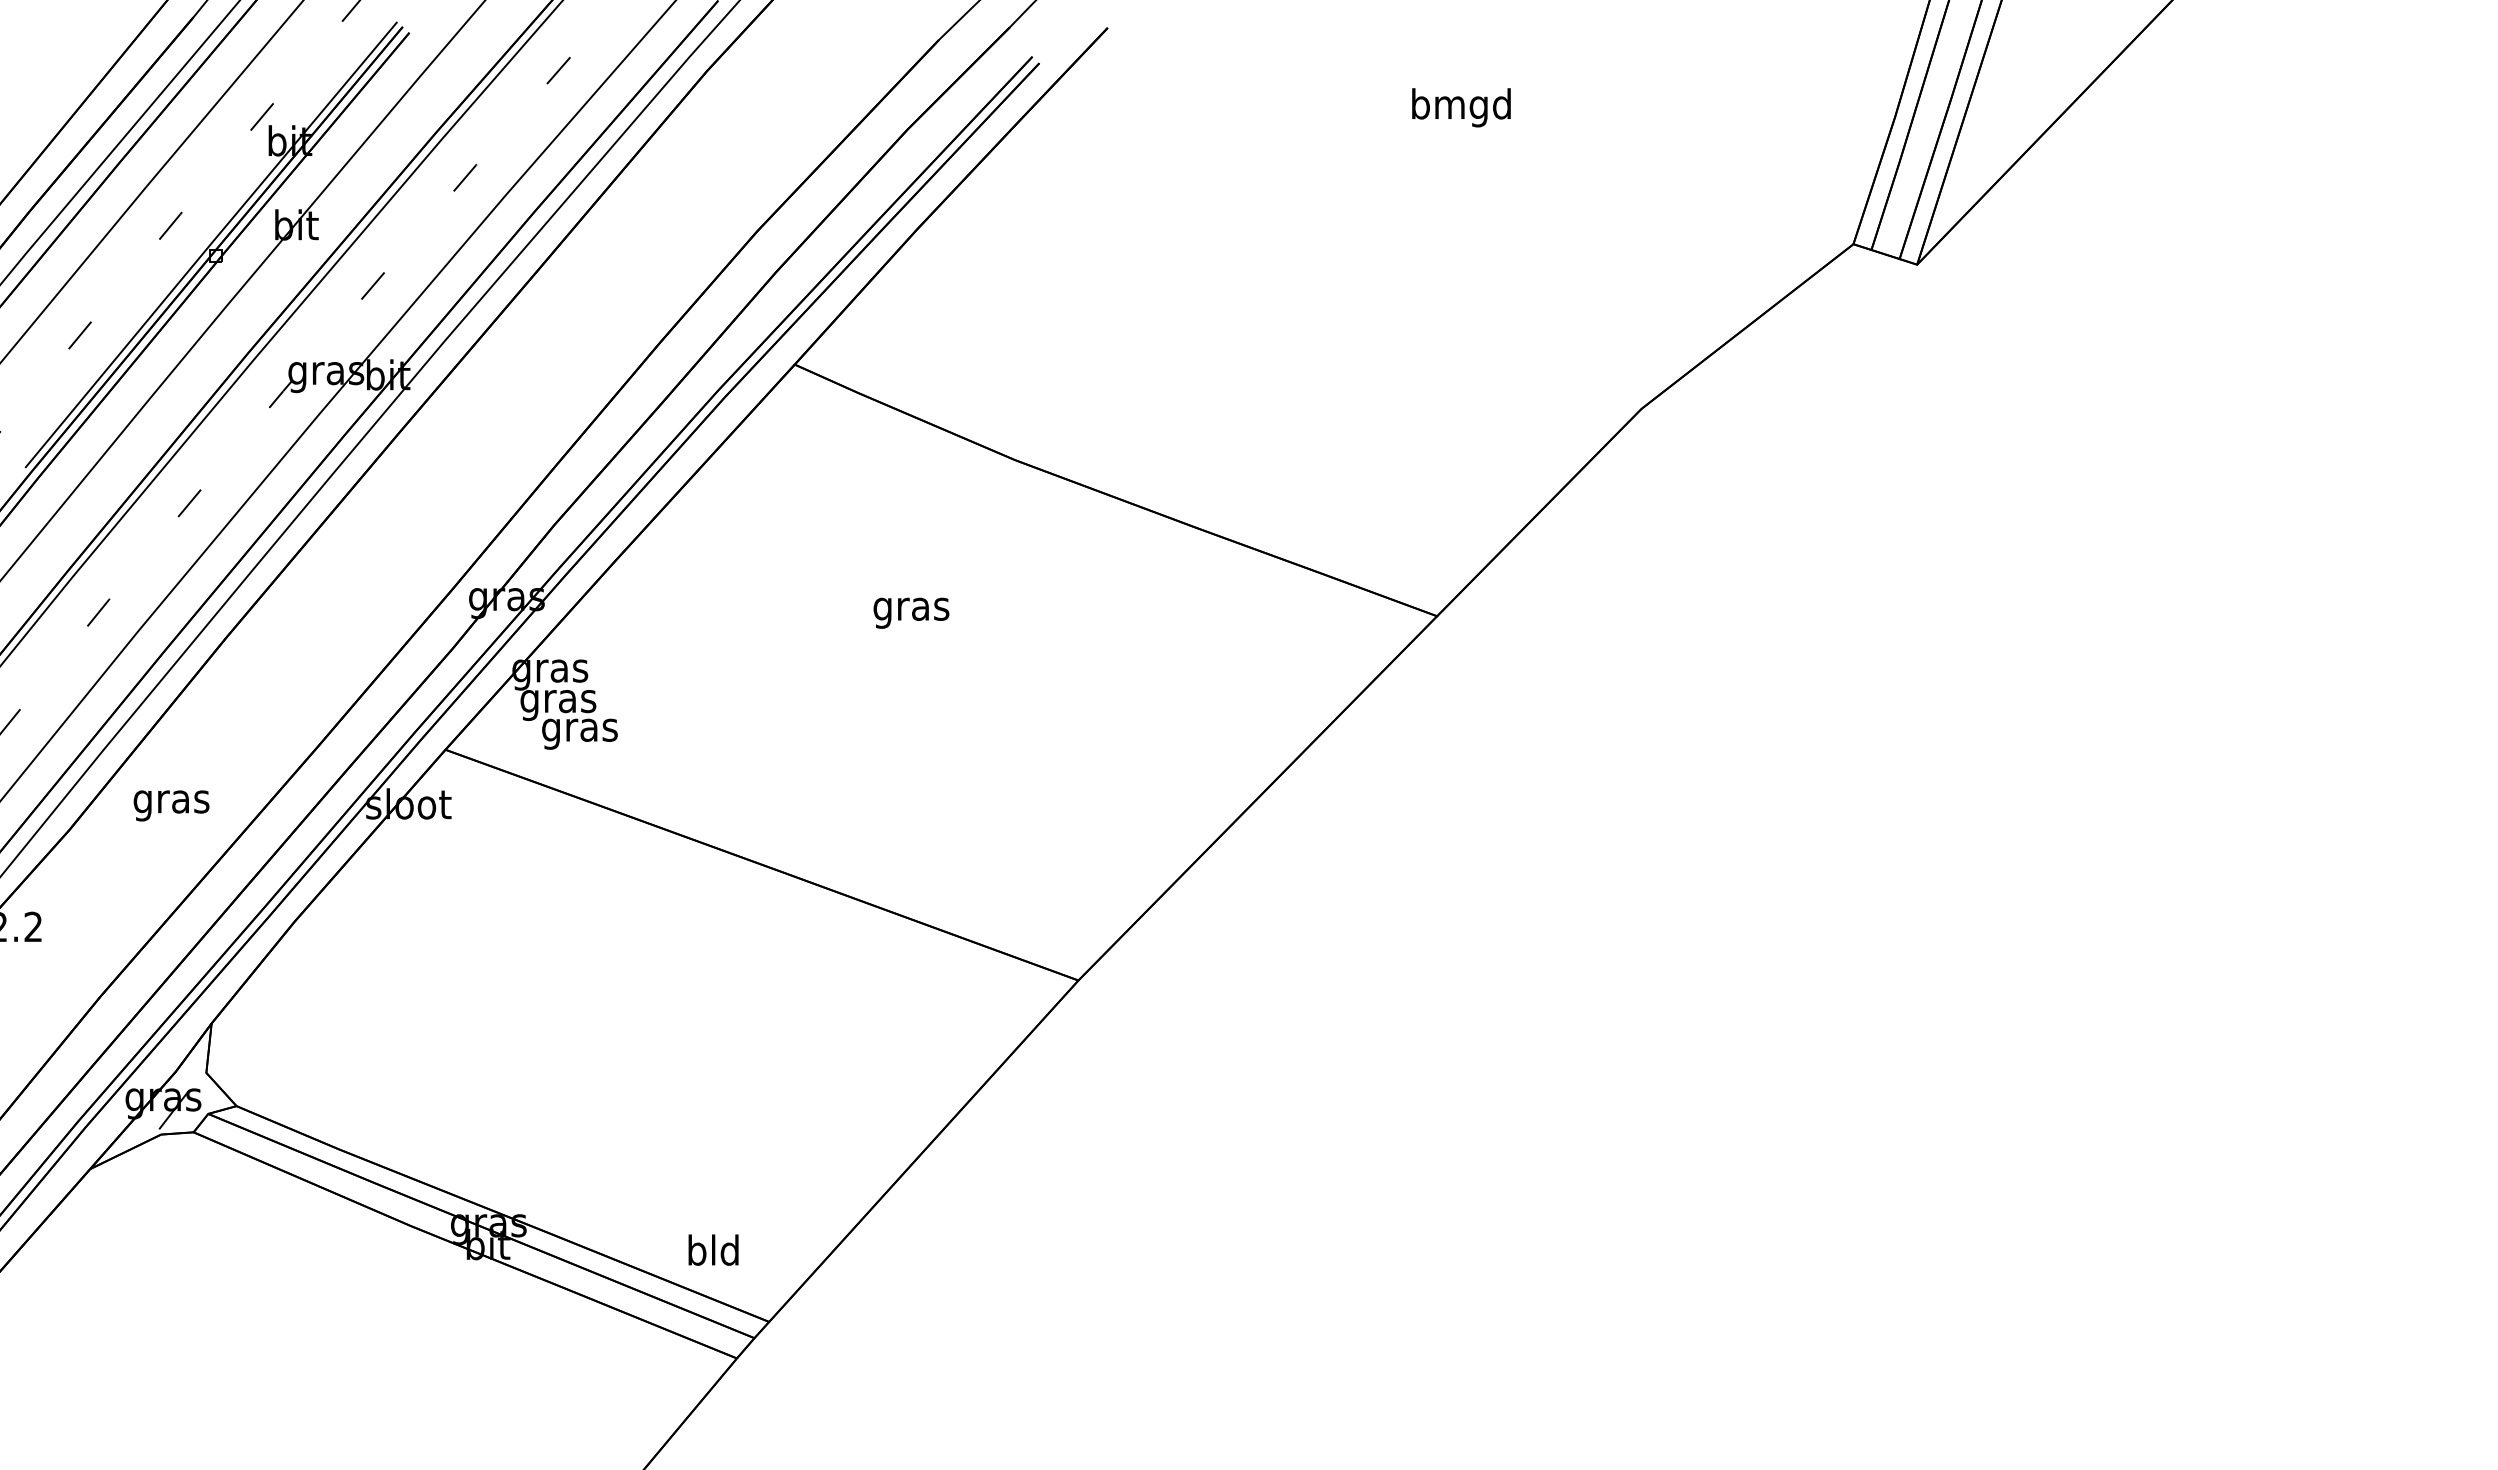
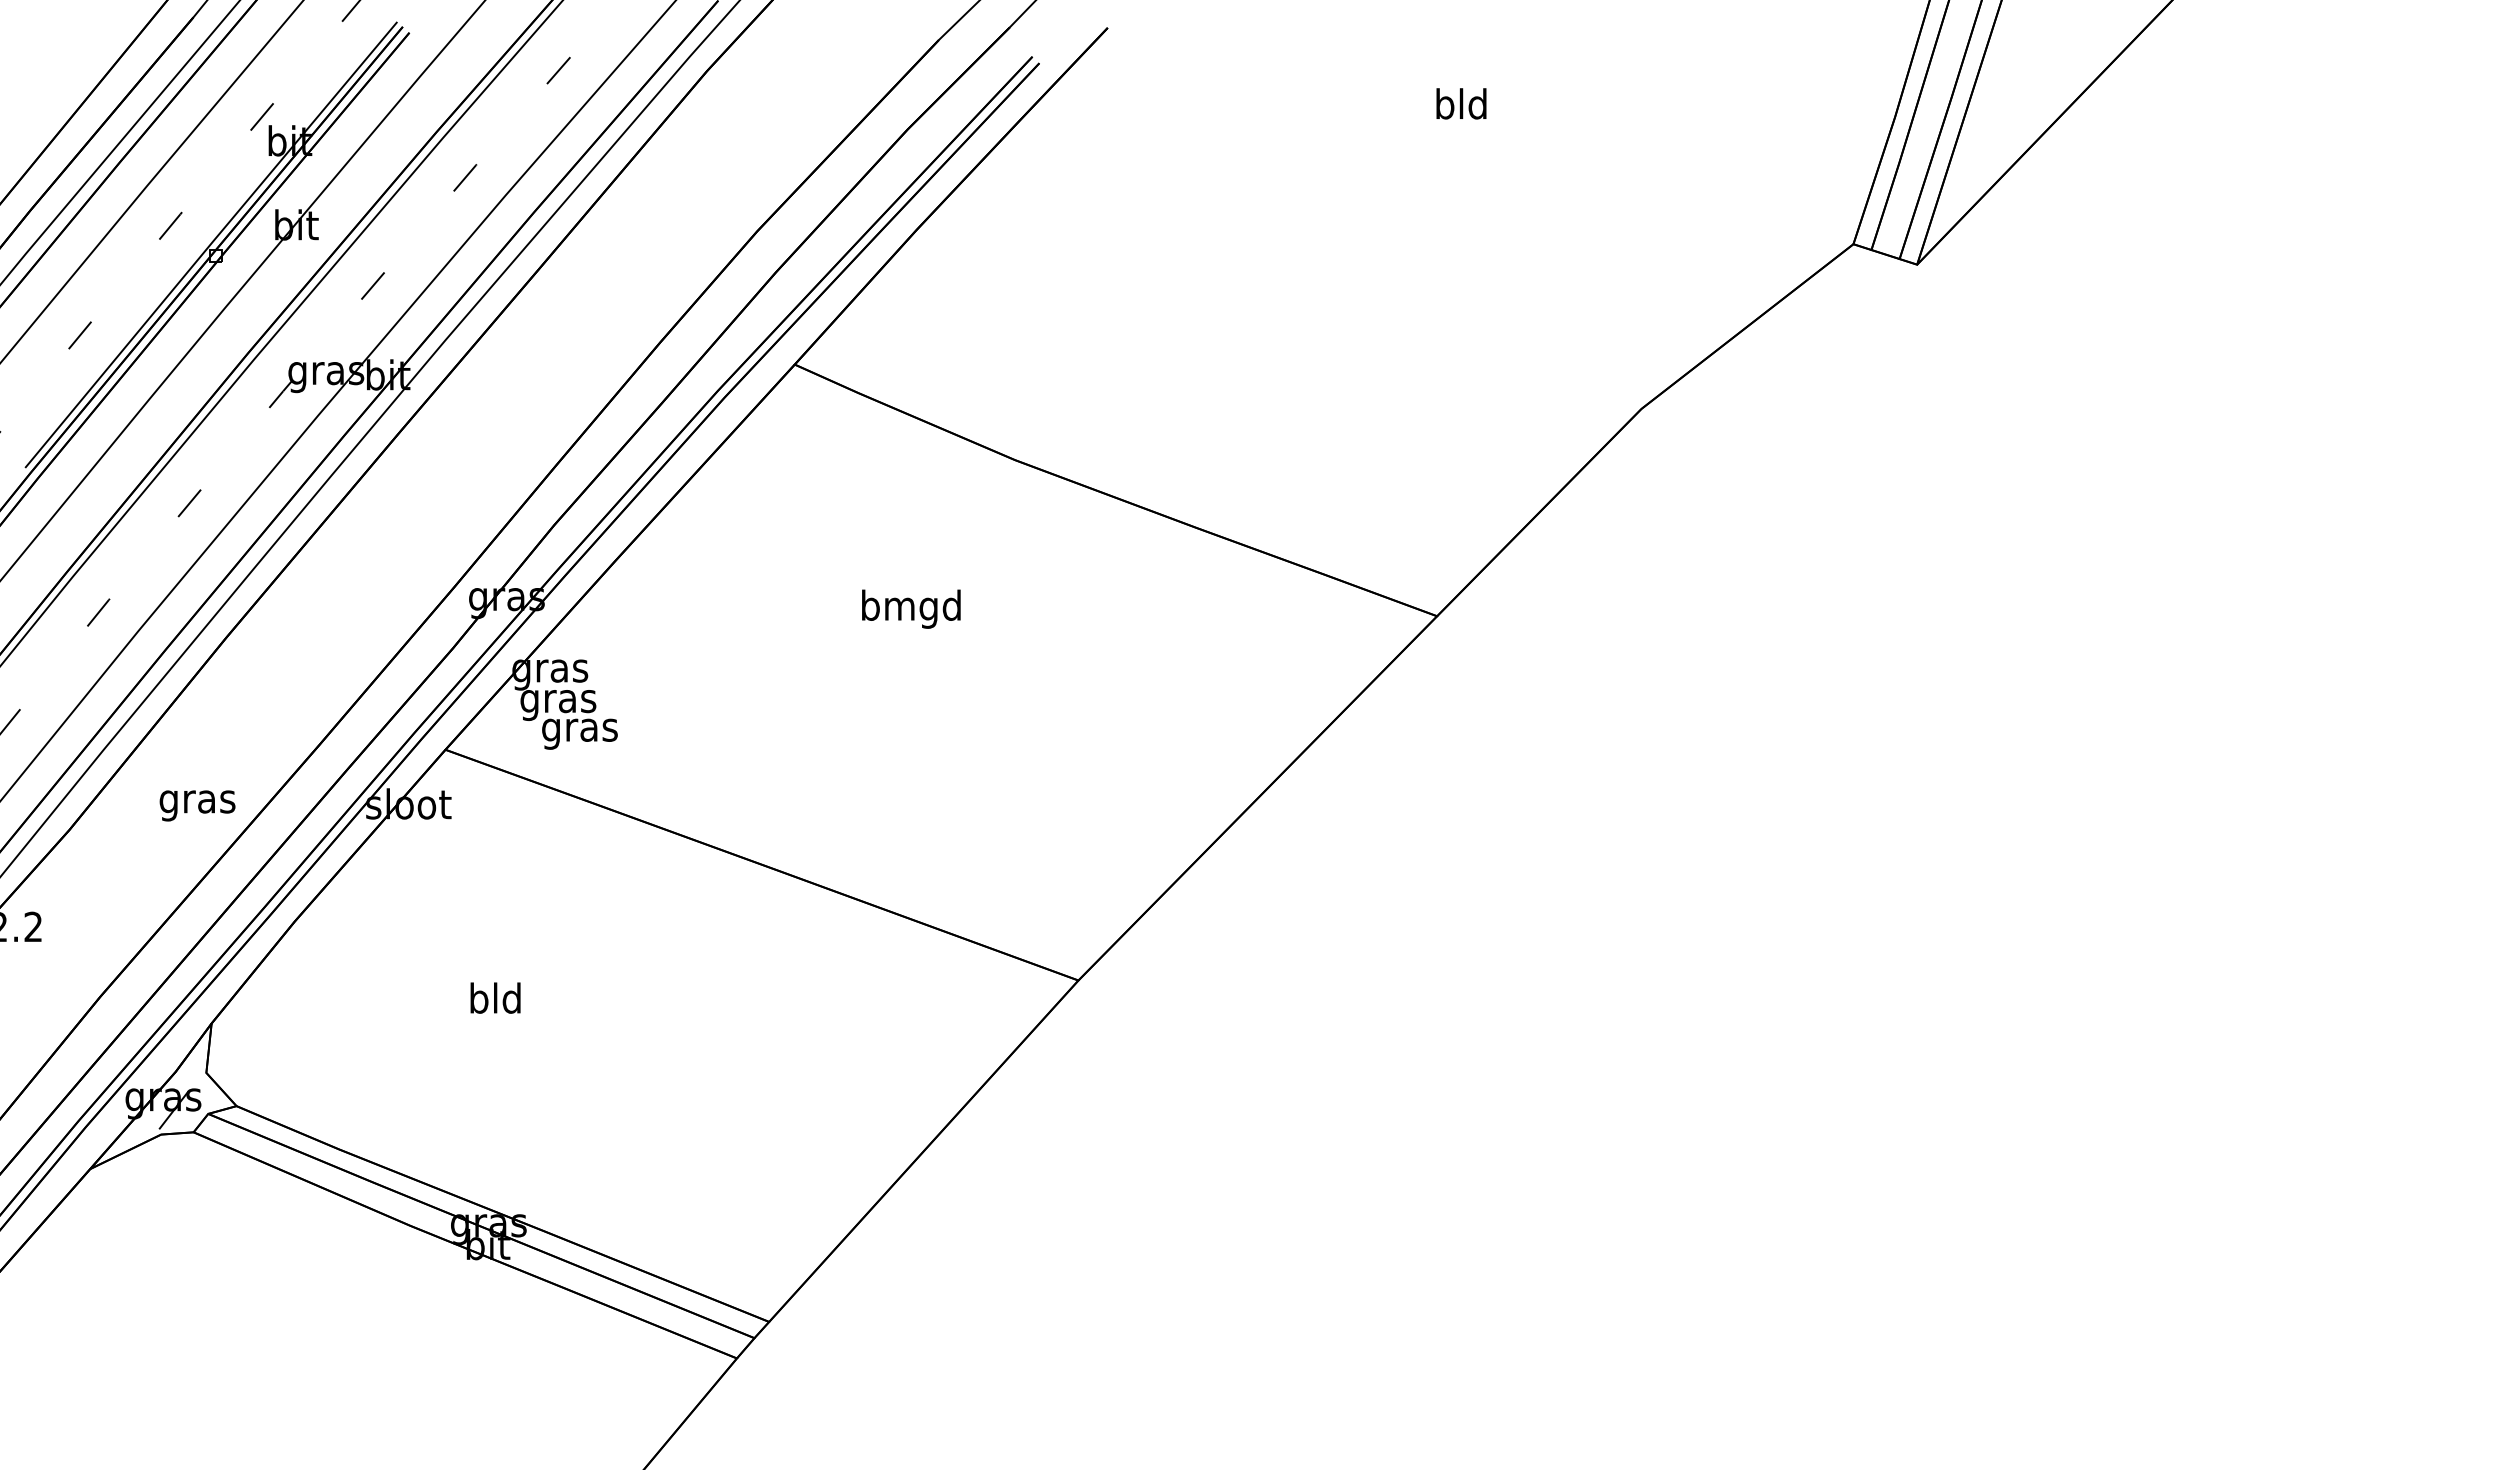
text at (1461, 107): bmgd -> bld
text at (911, 608): gras -> bmgd
text at (171, 805) position: (171, 805) -> (197, 805)
text at (713, 1249) position: (713, 1249) -> (495, 997)
